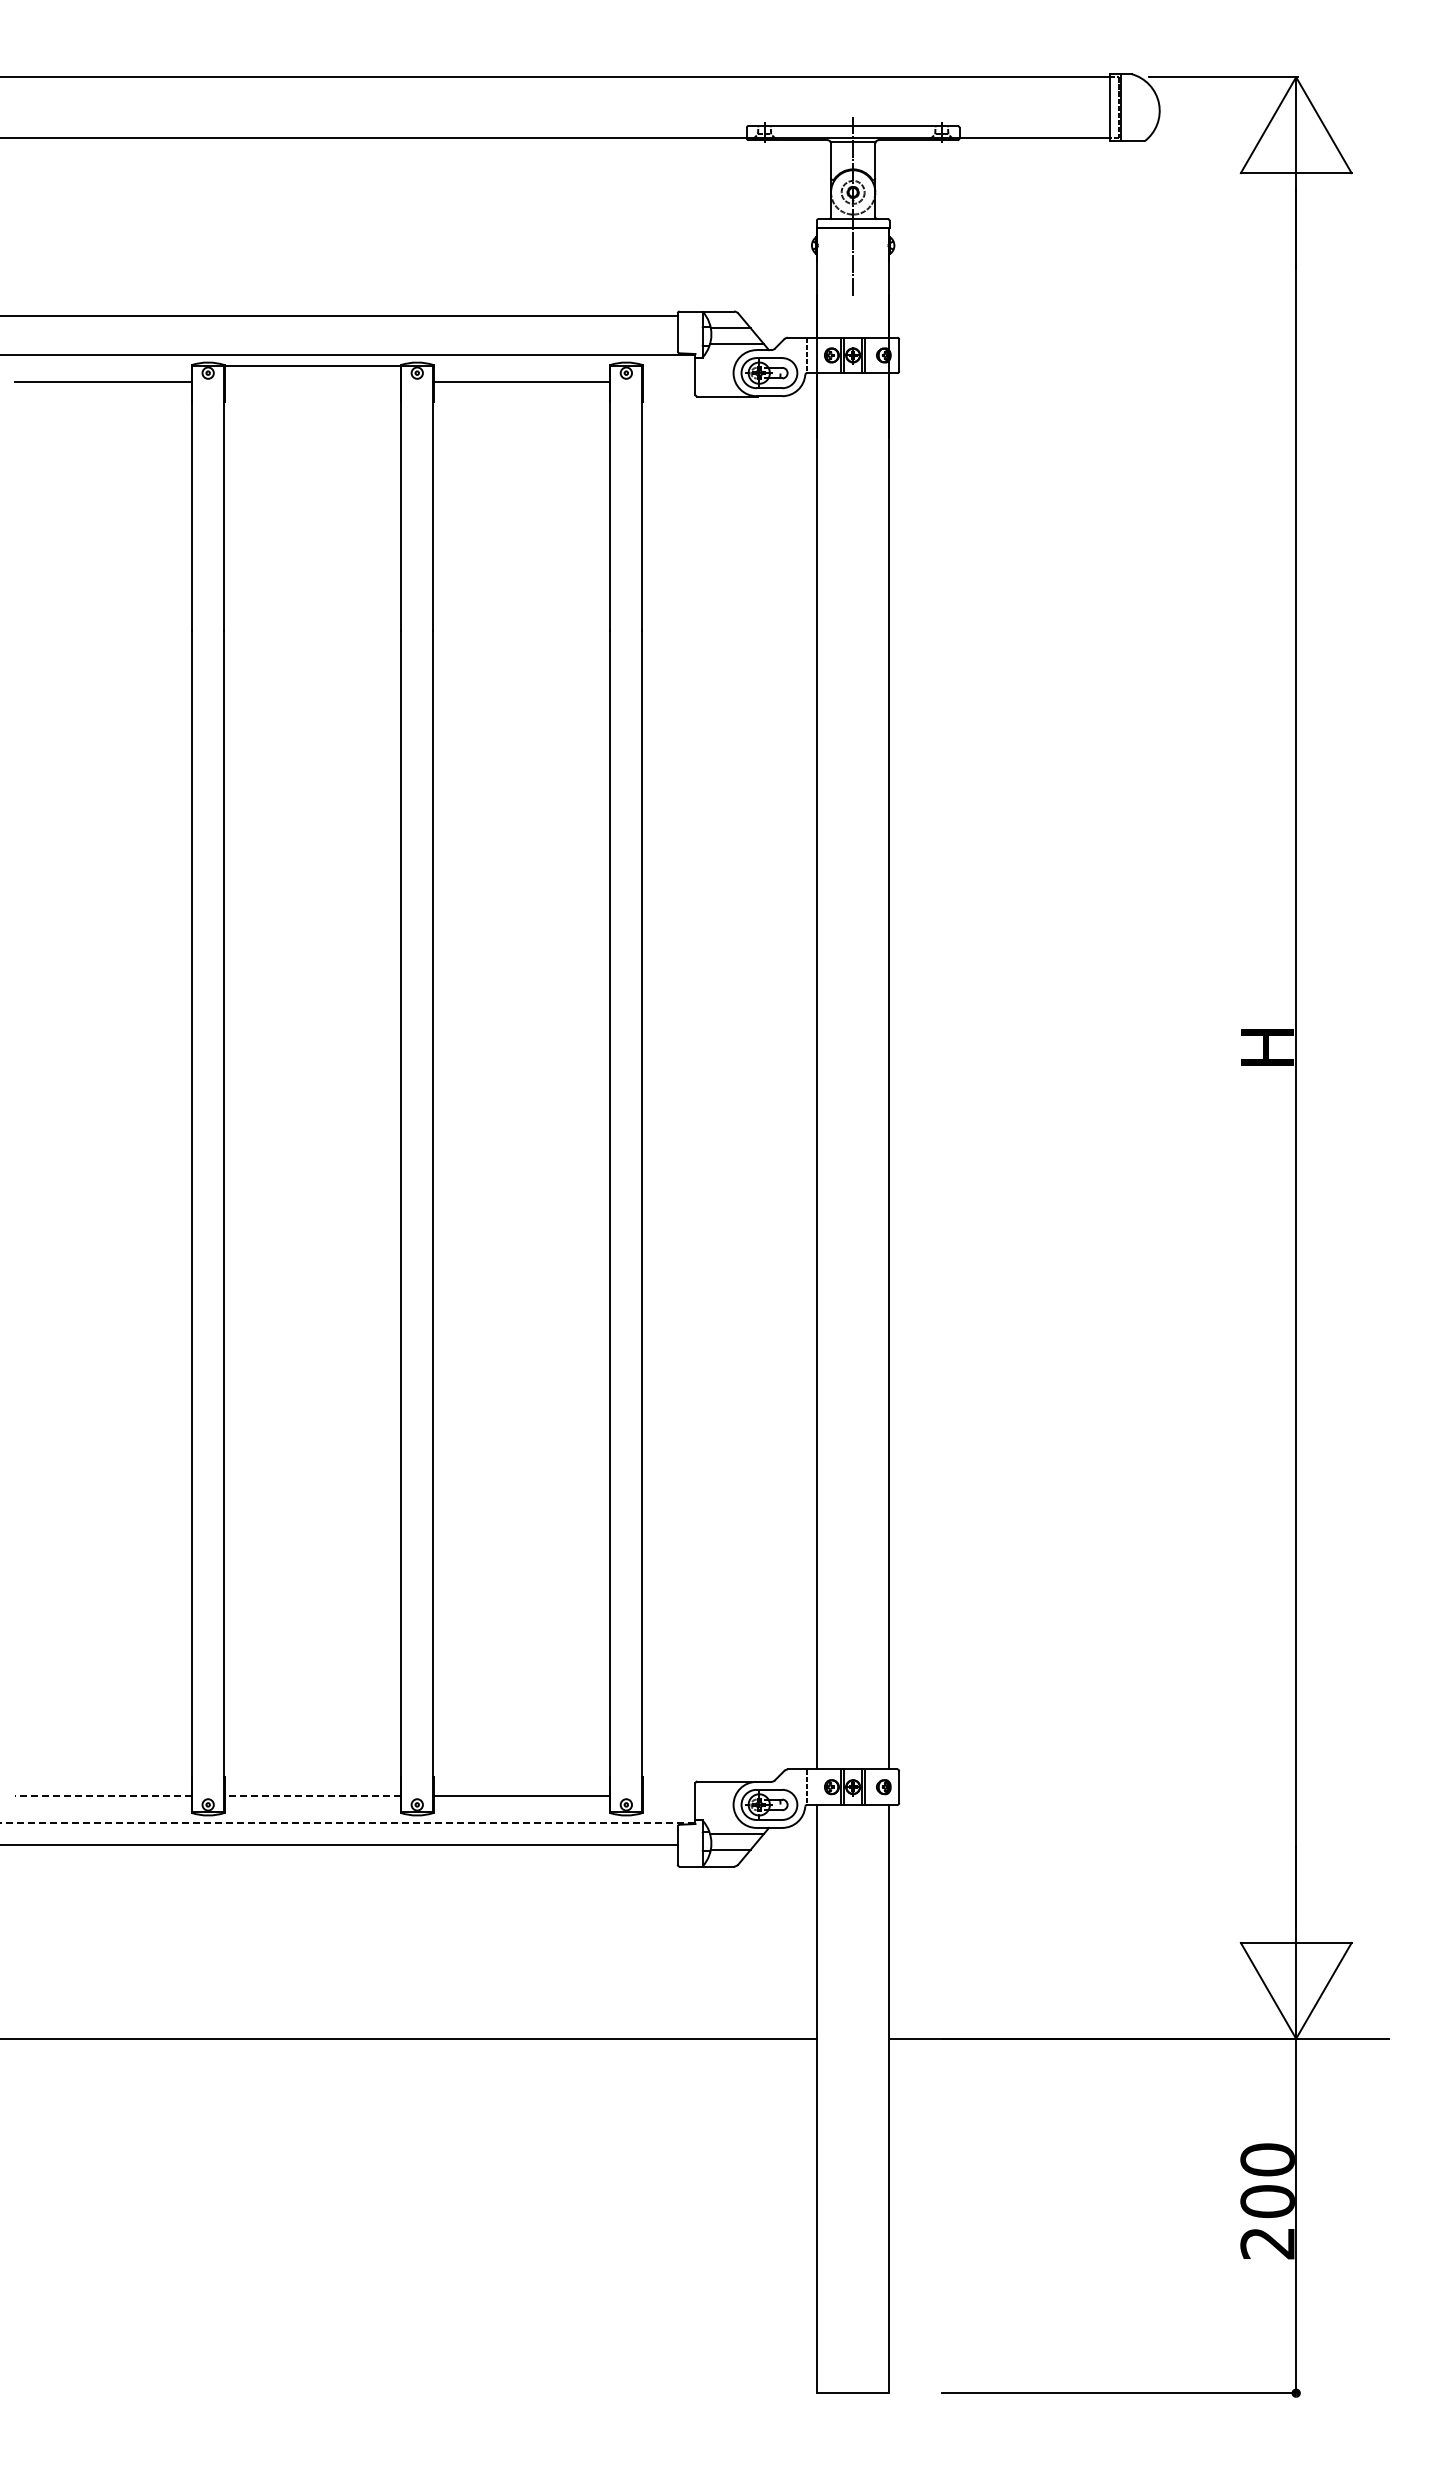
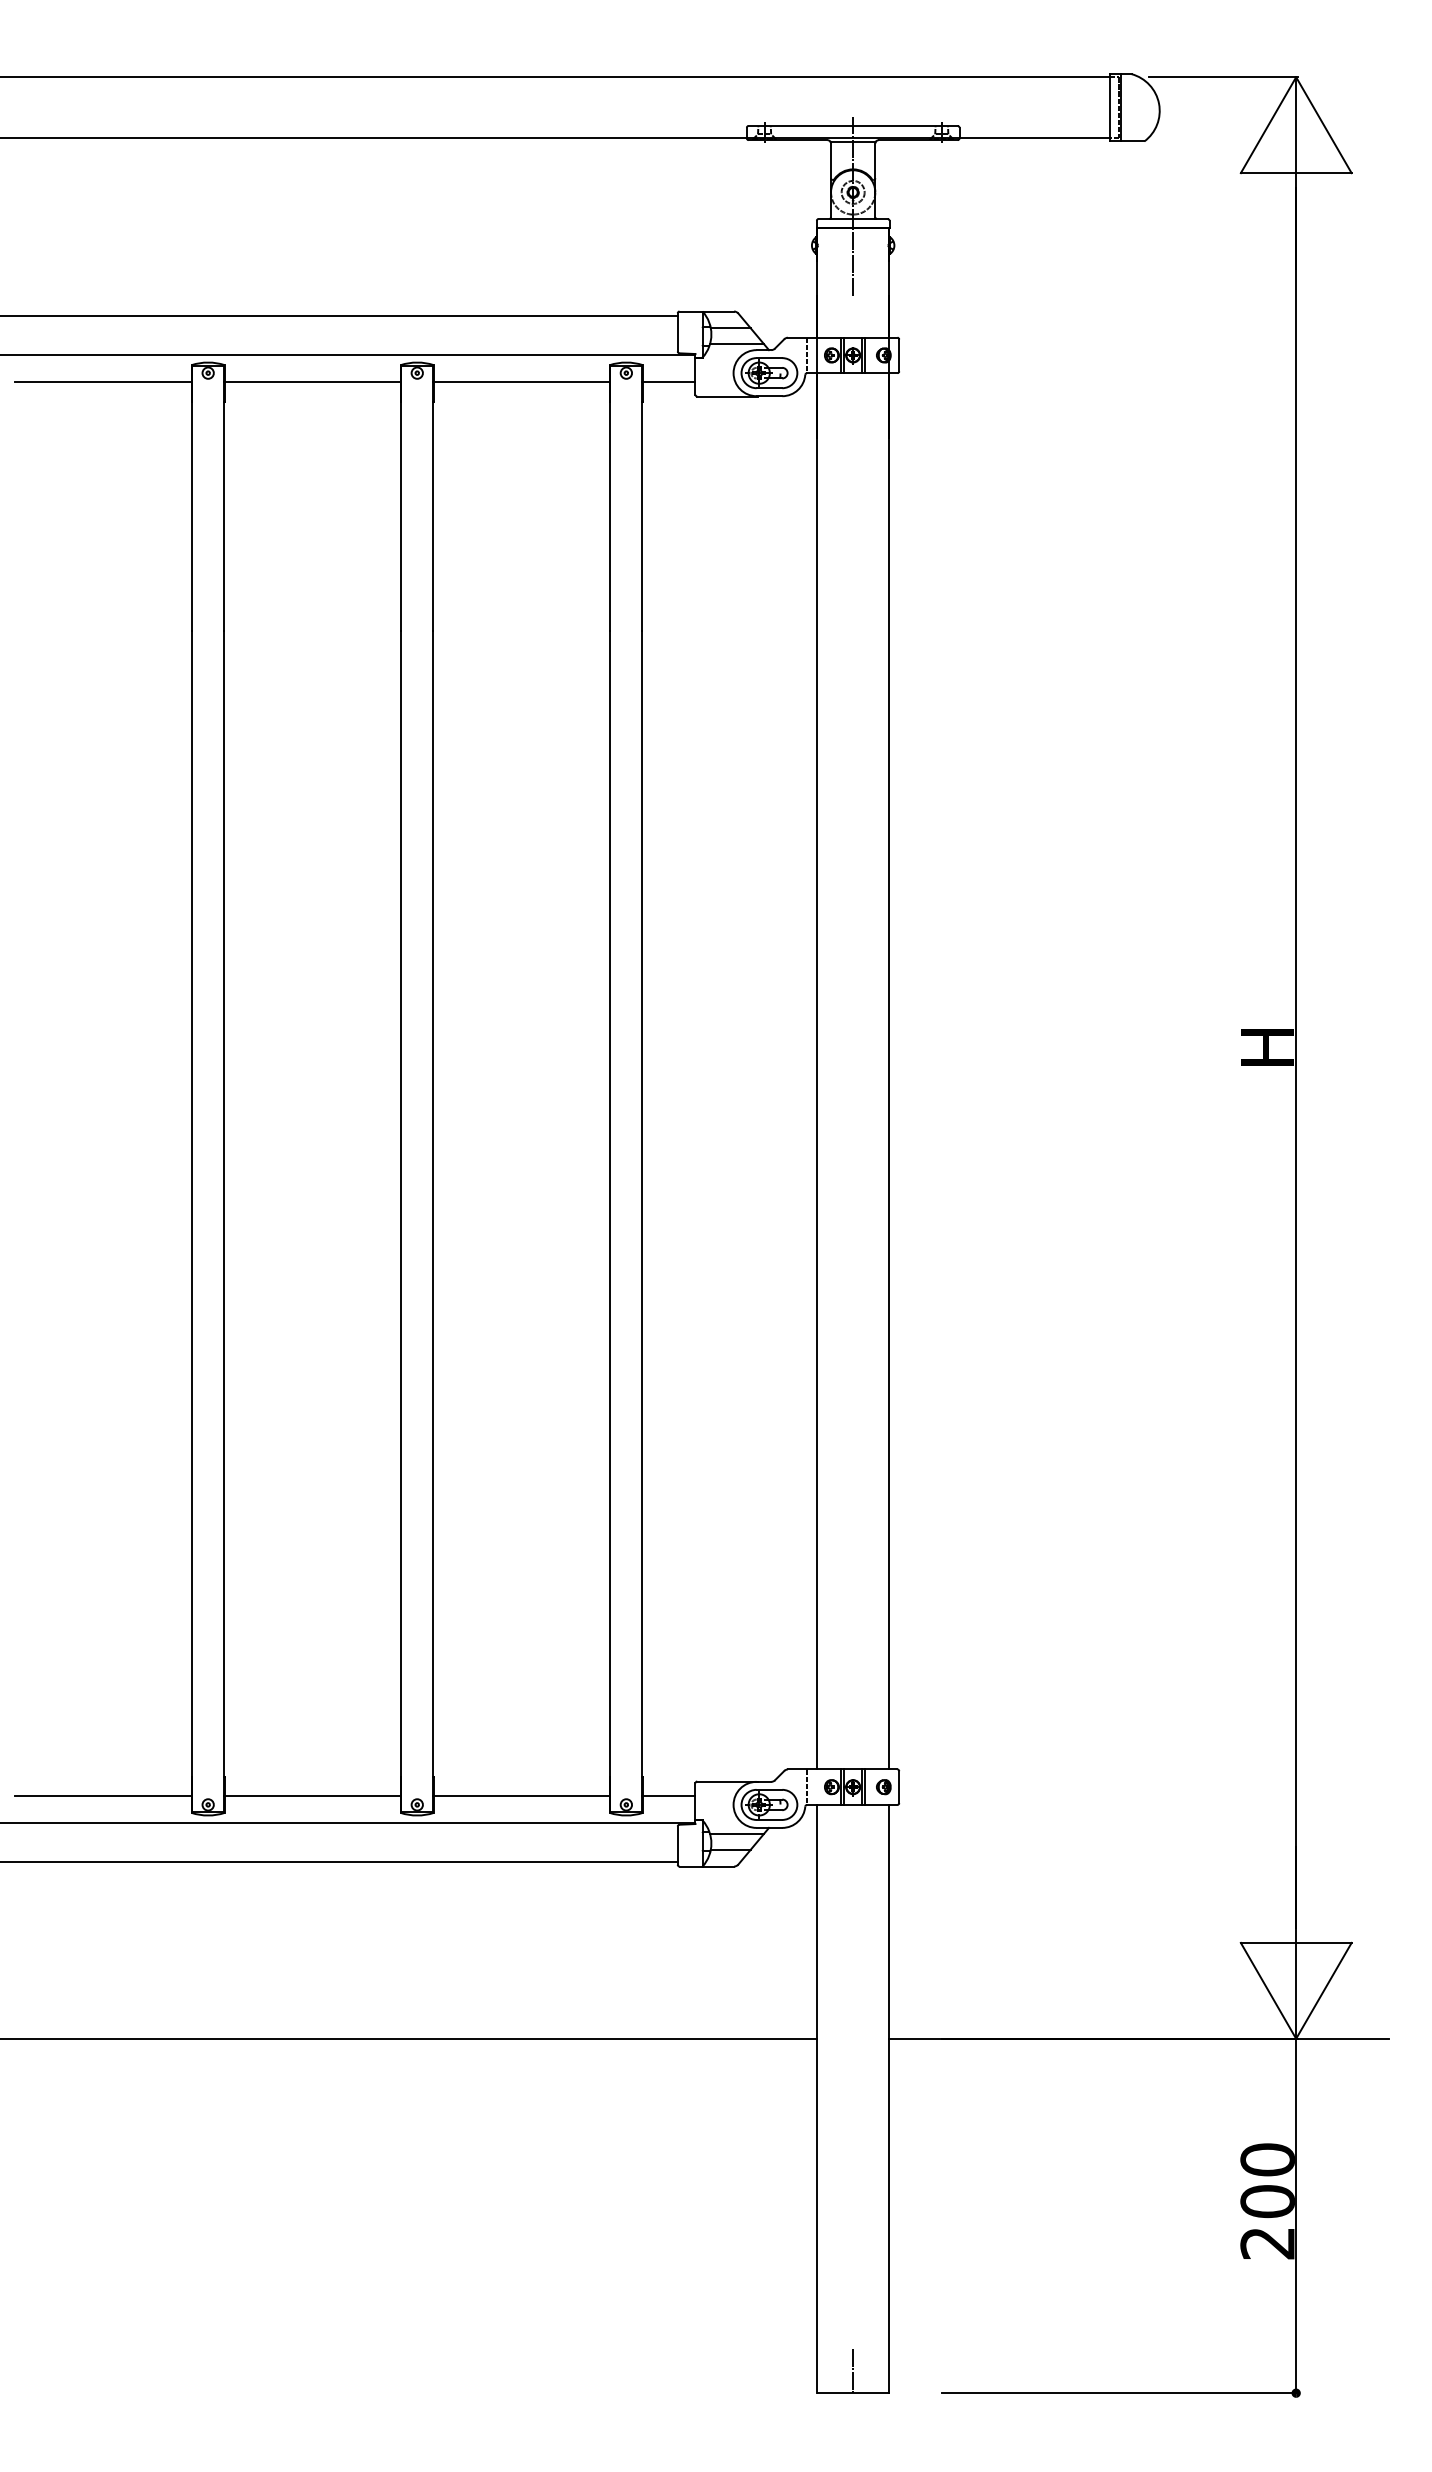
line at (312, 366) position: (312, 366) -> (312, 382)
line at (668, 382): none -> present
line at (103, 1796): dashed -> solid
line at (312, 1796): dashed -> solid
line at (668, 1796): none -> present
line at (347, 1822): dashed -> solid
line at (339, 1844) position: (339, 1844) -> (339, 1861)
line at (853, 2370): none -> present
